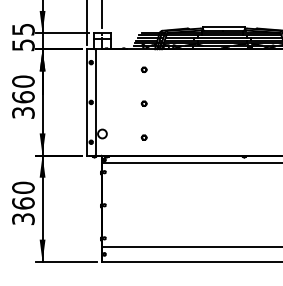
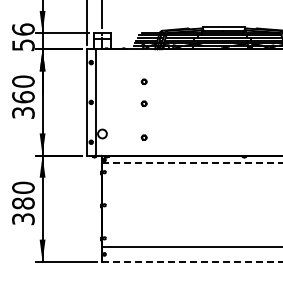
text at (23, 29): 55 -> 56
part at (143, 69) position: (143, 69) -> (143, 81)
line at (192, 162): solid -> dashed
text at (23, 203): 360 -> 380
line at (192, 261): solid -> dashed
